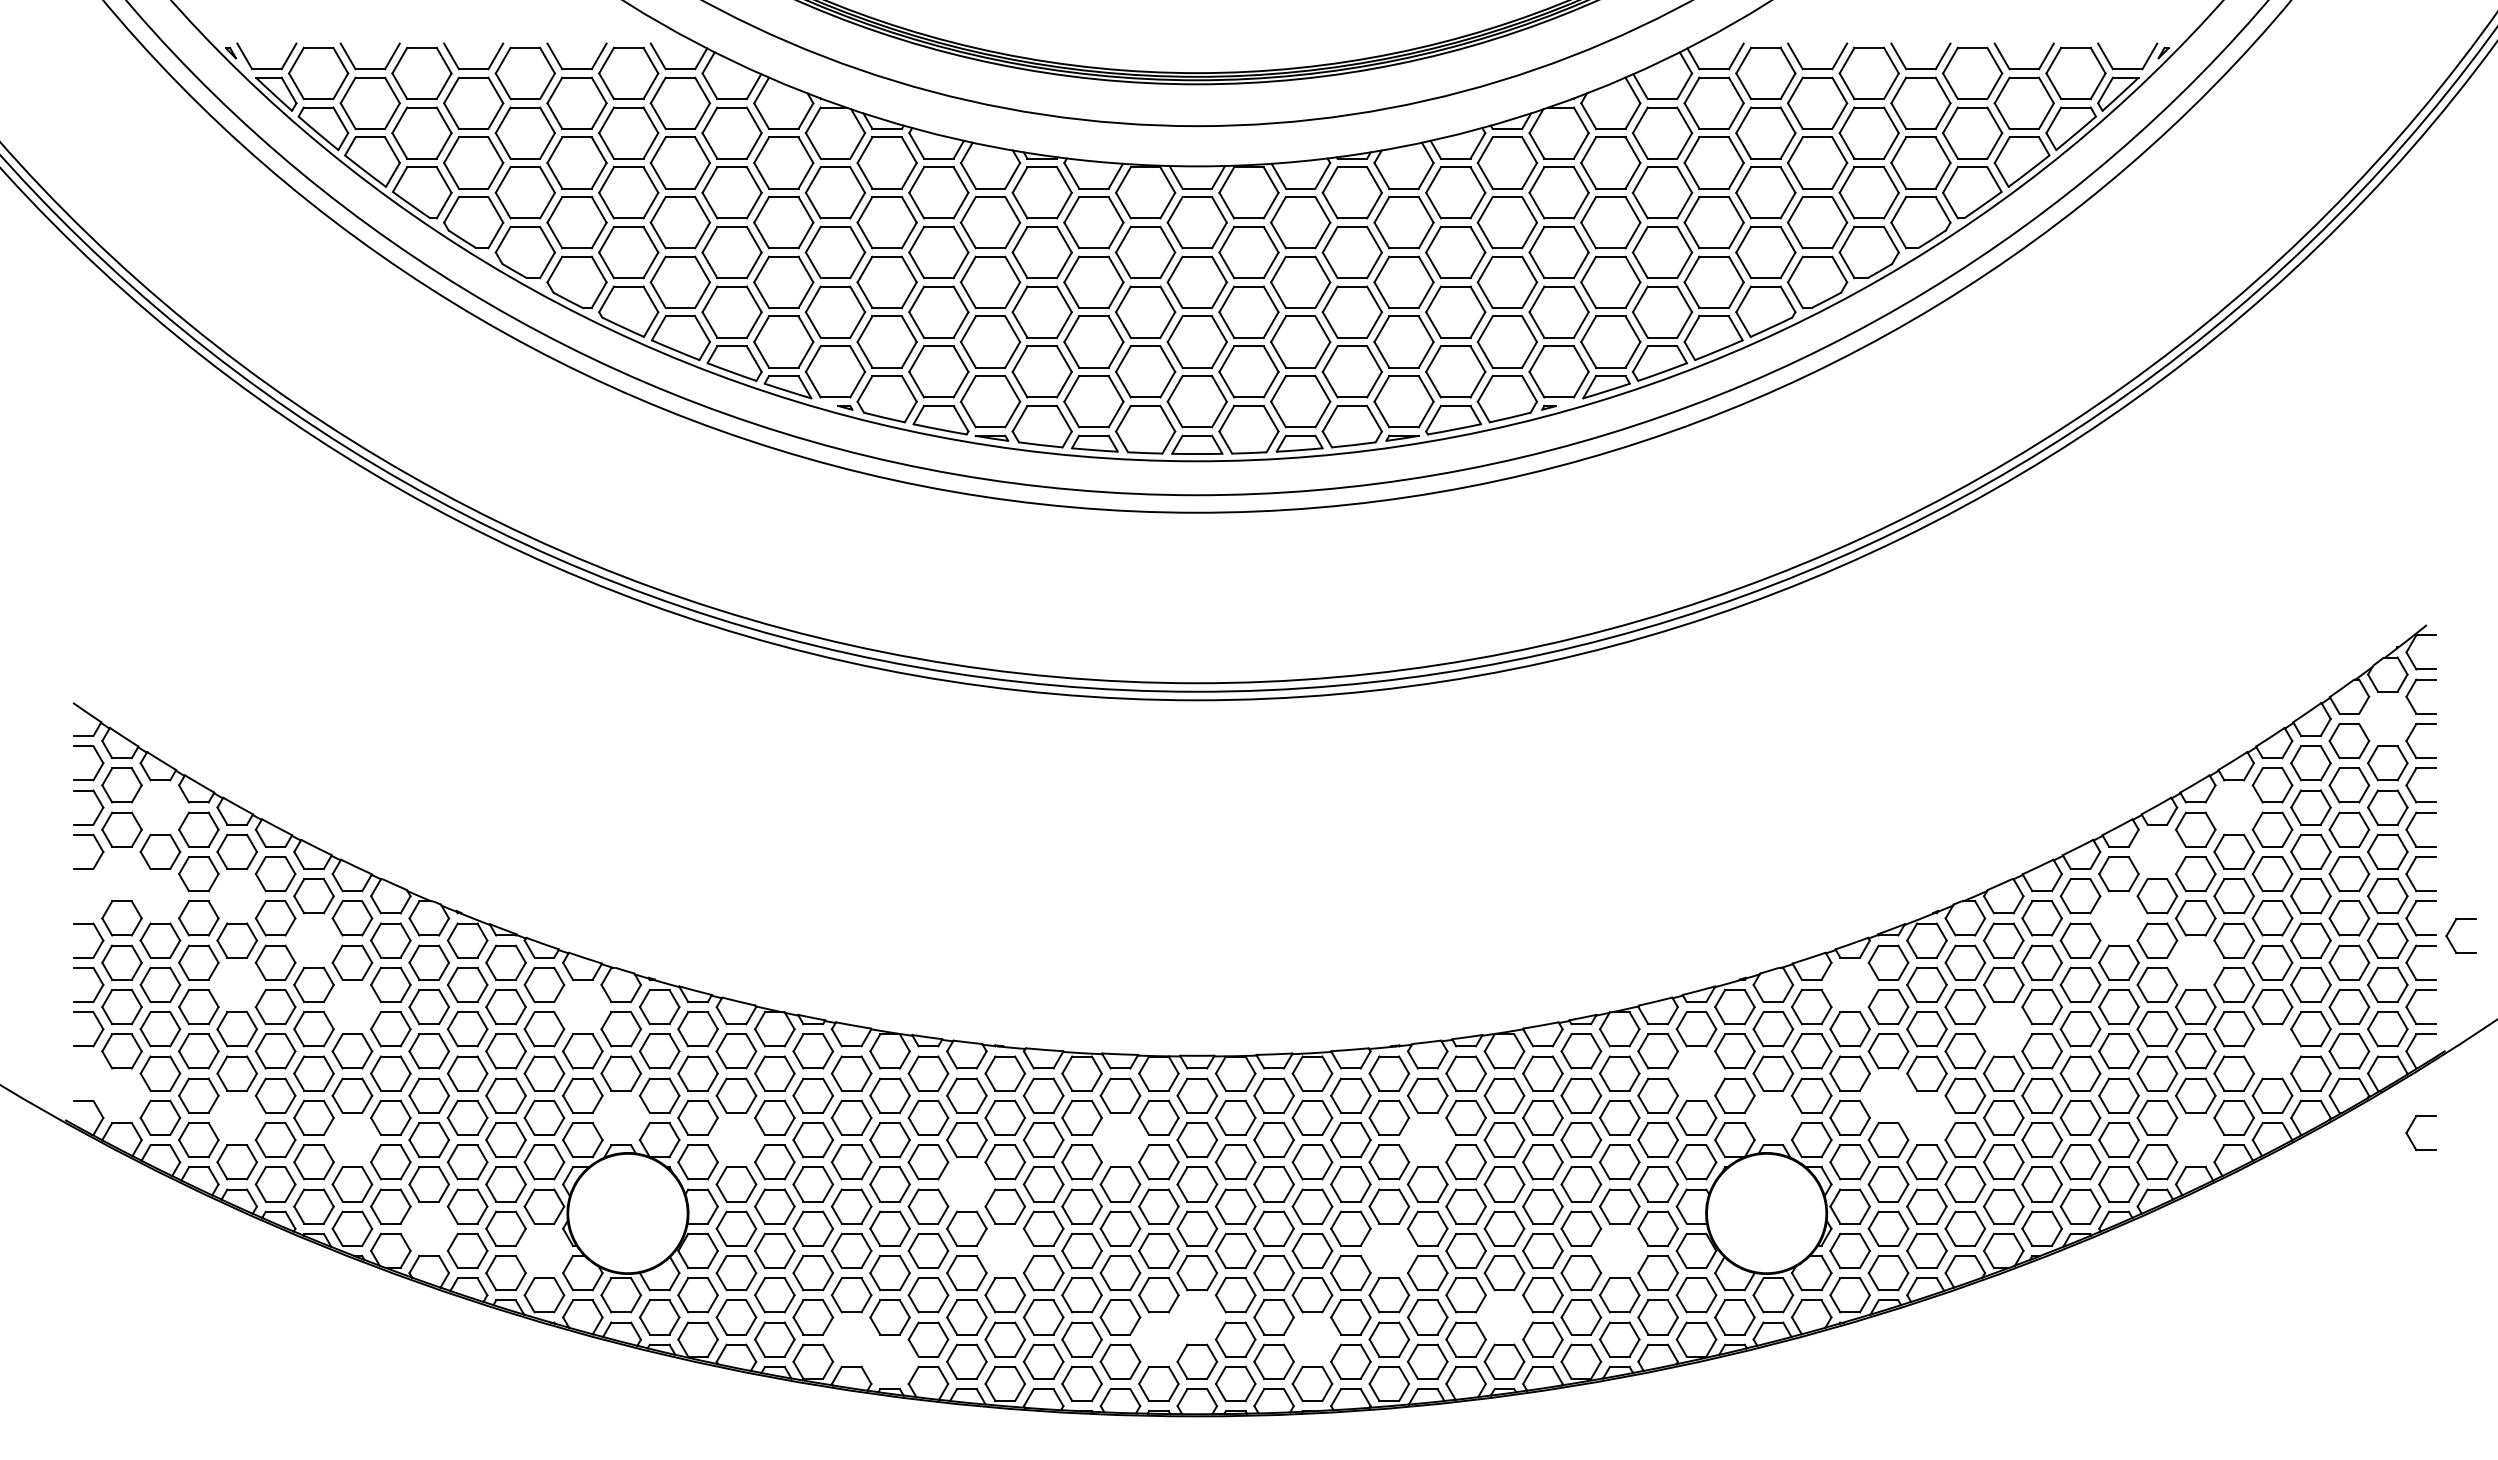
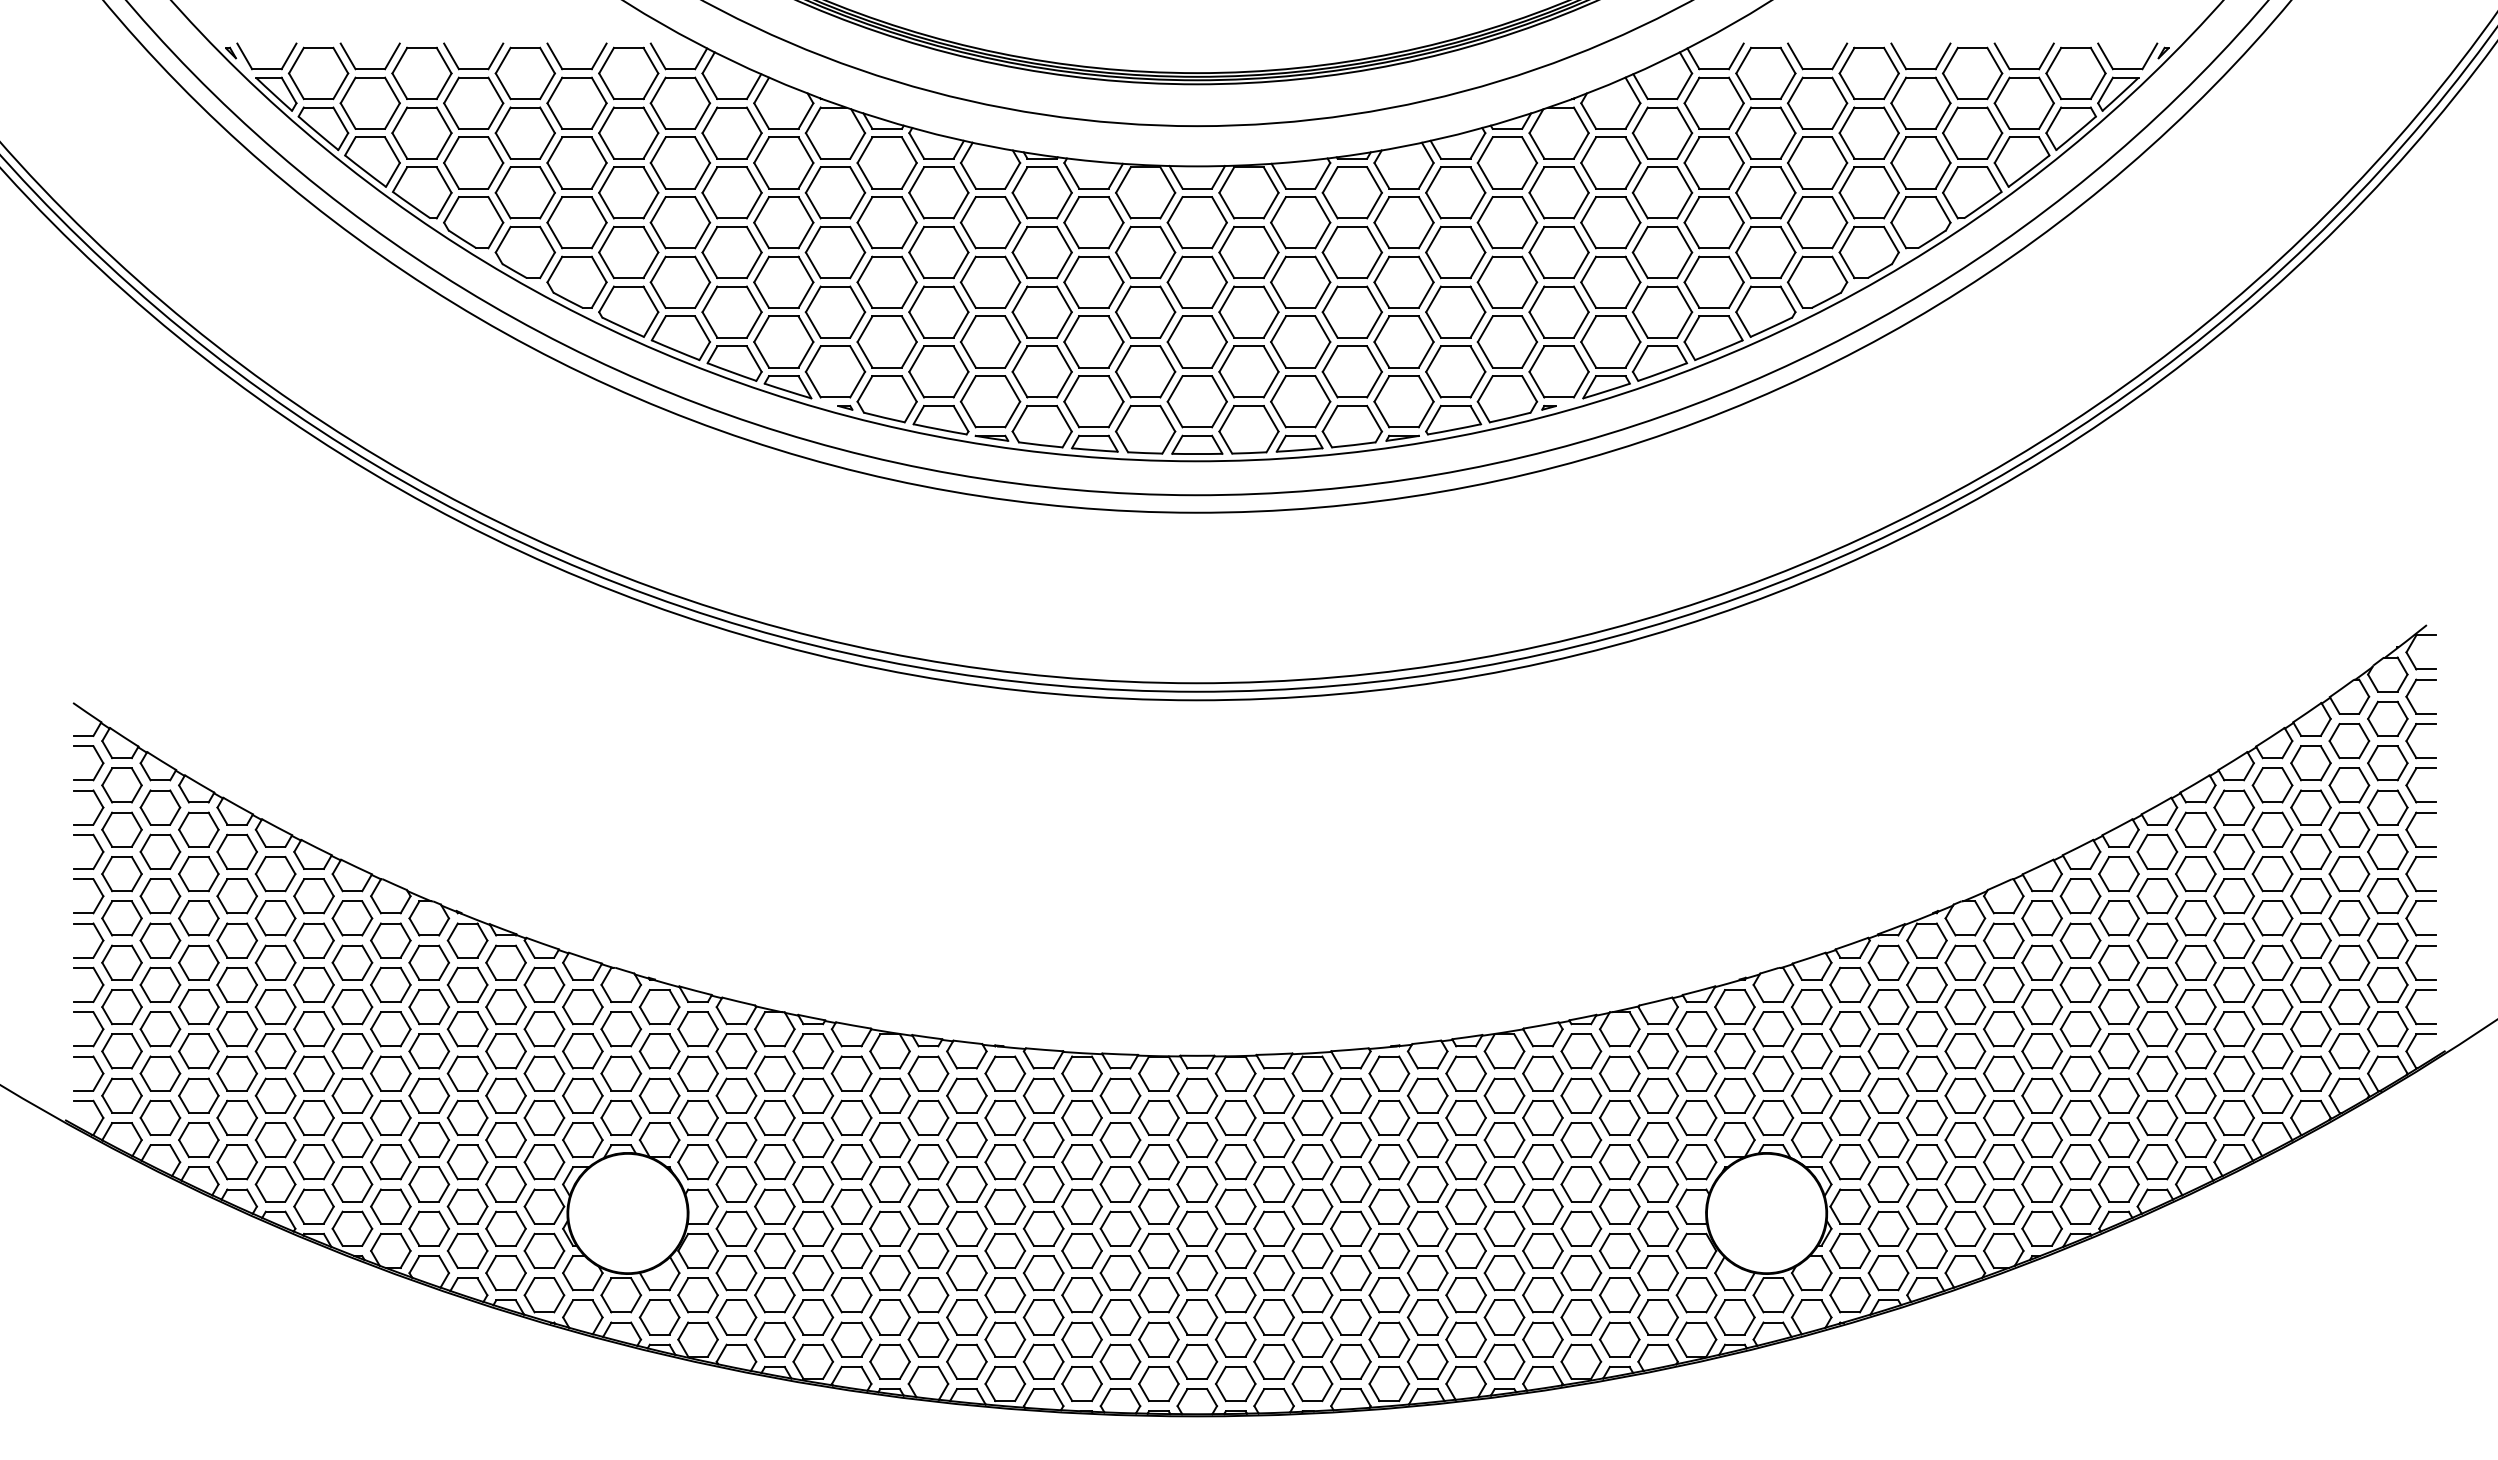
part at (2387, 718): none -> present
part at (160, 807): none -> present
part at (2233, 807): none -> present
part at (2157, 851): none -> present
part at (127, 885): none -> present
part at (236, 896): none -> present
part at (2118, 918): none -> present
part at (313, 940): none -> present
part at (2450, 940): present -> none
part at (2195, 962): none -> present
part at (236, 984): none -> present
part at (1849, 984): none -> present
part at (352, 1007): none -> present
part at (582, 1007): none -> present
part at (2003, 1029): none -> present
part at (2272, 1051): none -> present
part at (1696, 1073): none -> present
part at (107, 1084): none -> present
part at (1907, 1106): none -> present
part at (236, 1117): none -> present
part at (620, 1117): none -> present
part at (1773, 1117): none -> present
part at (2410, 1137): present -> none
part at (352, 1140): none -> present
part at (736, 1140): none -> present
part at (1120, 1140): none -> present
part at (1427, 1140): none -> present
part at (2195, 1140): none -> present
part at (966, 1184): none -> present
part at (428, 1228): none -> present
part at (544, 1250): none -> present
part at (1004, 1250): none -> present
part at (1389, 1250): none -> present
part at (1619, 1250): none -> present
part at (1504, 1317): none -> present
part at (1178, 1328): none -> present
part at (1312, 1339): none -> present
part at (870, 1350): none -> present
